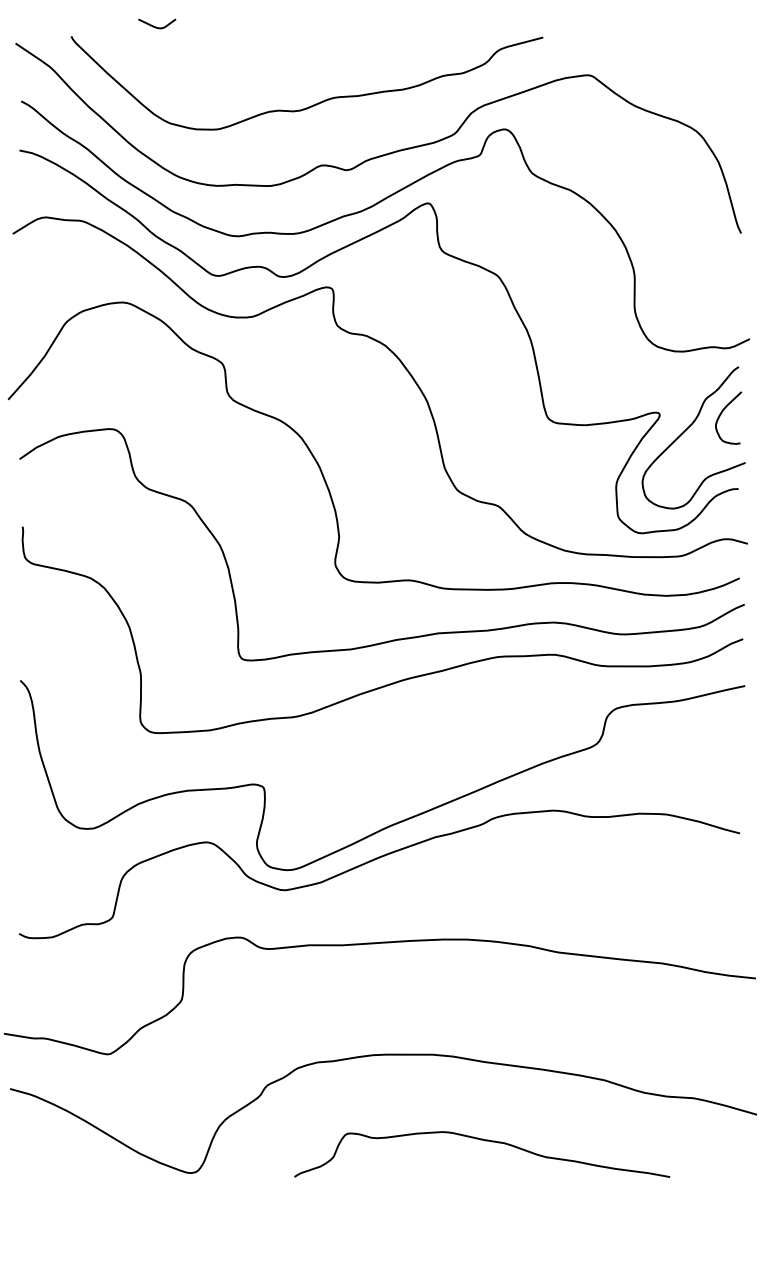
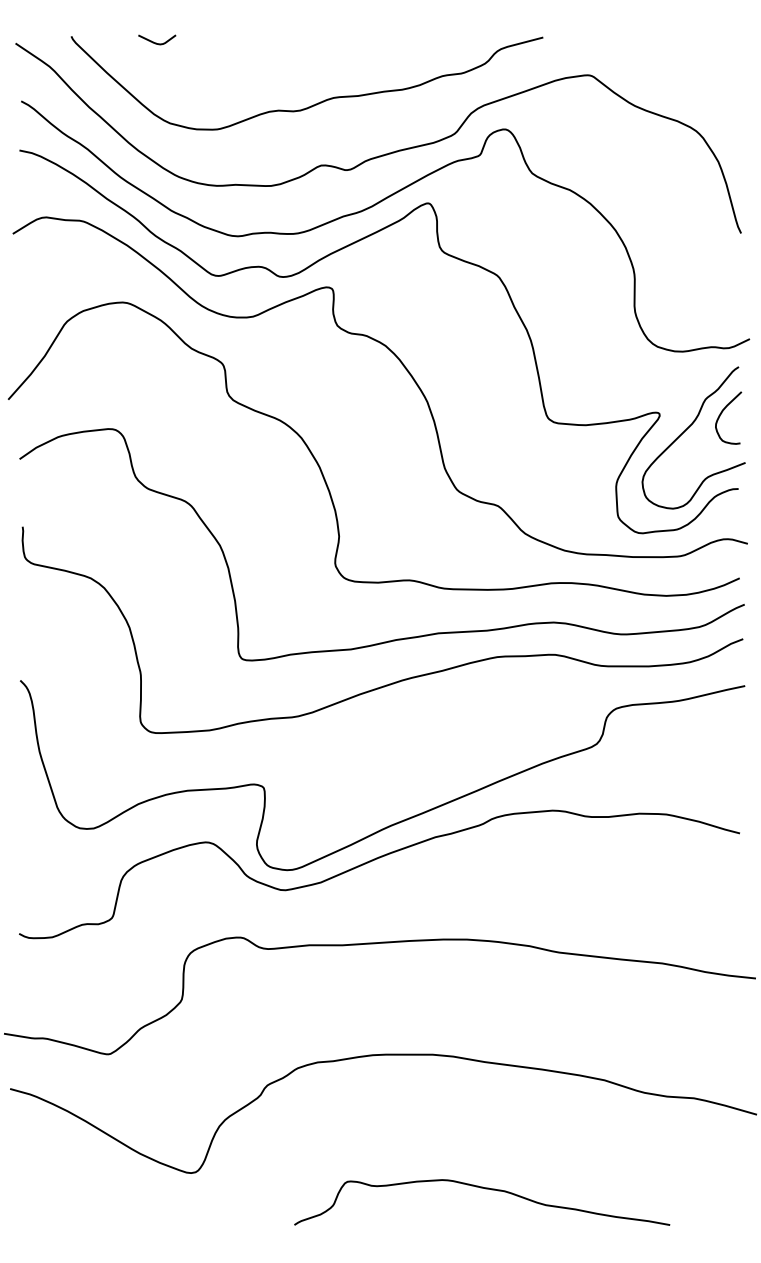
curve at (156, 26) position: (156, 26) -> (156, 42)
curve at (485, 1141) position: (485, 1141) -> (485, 1189)
